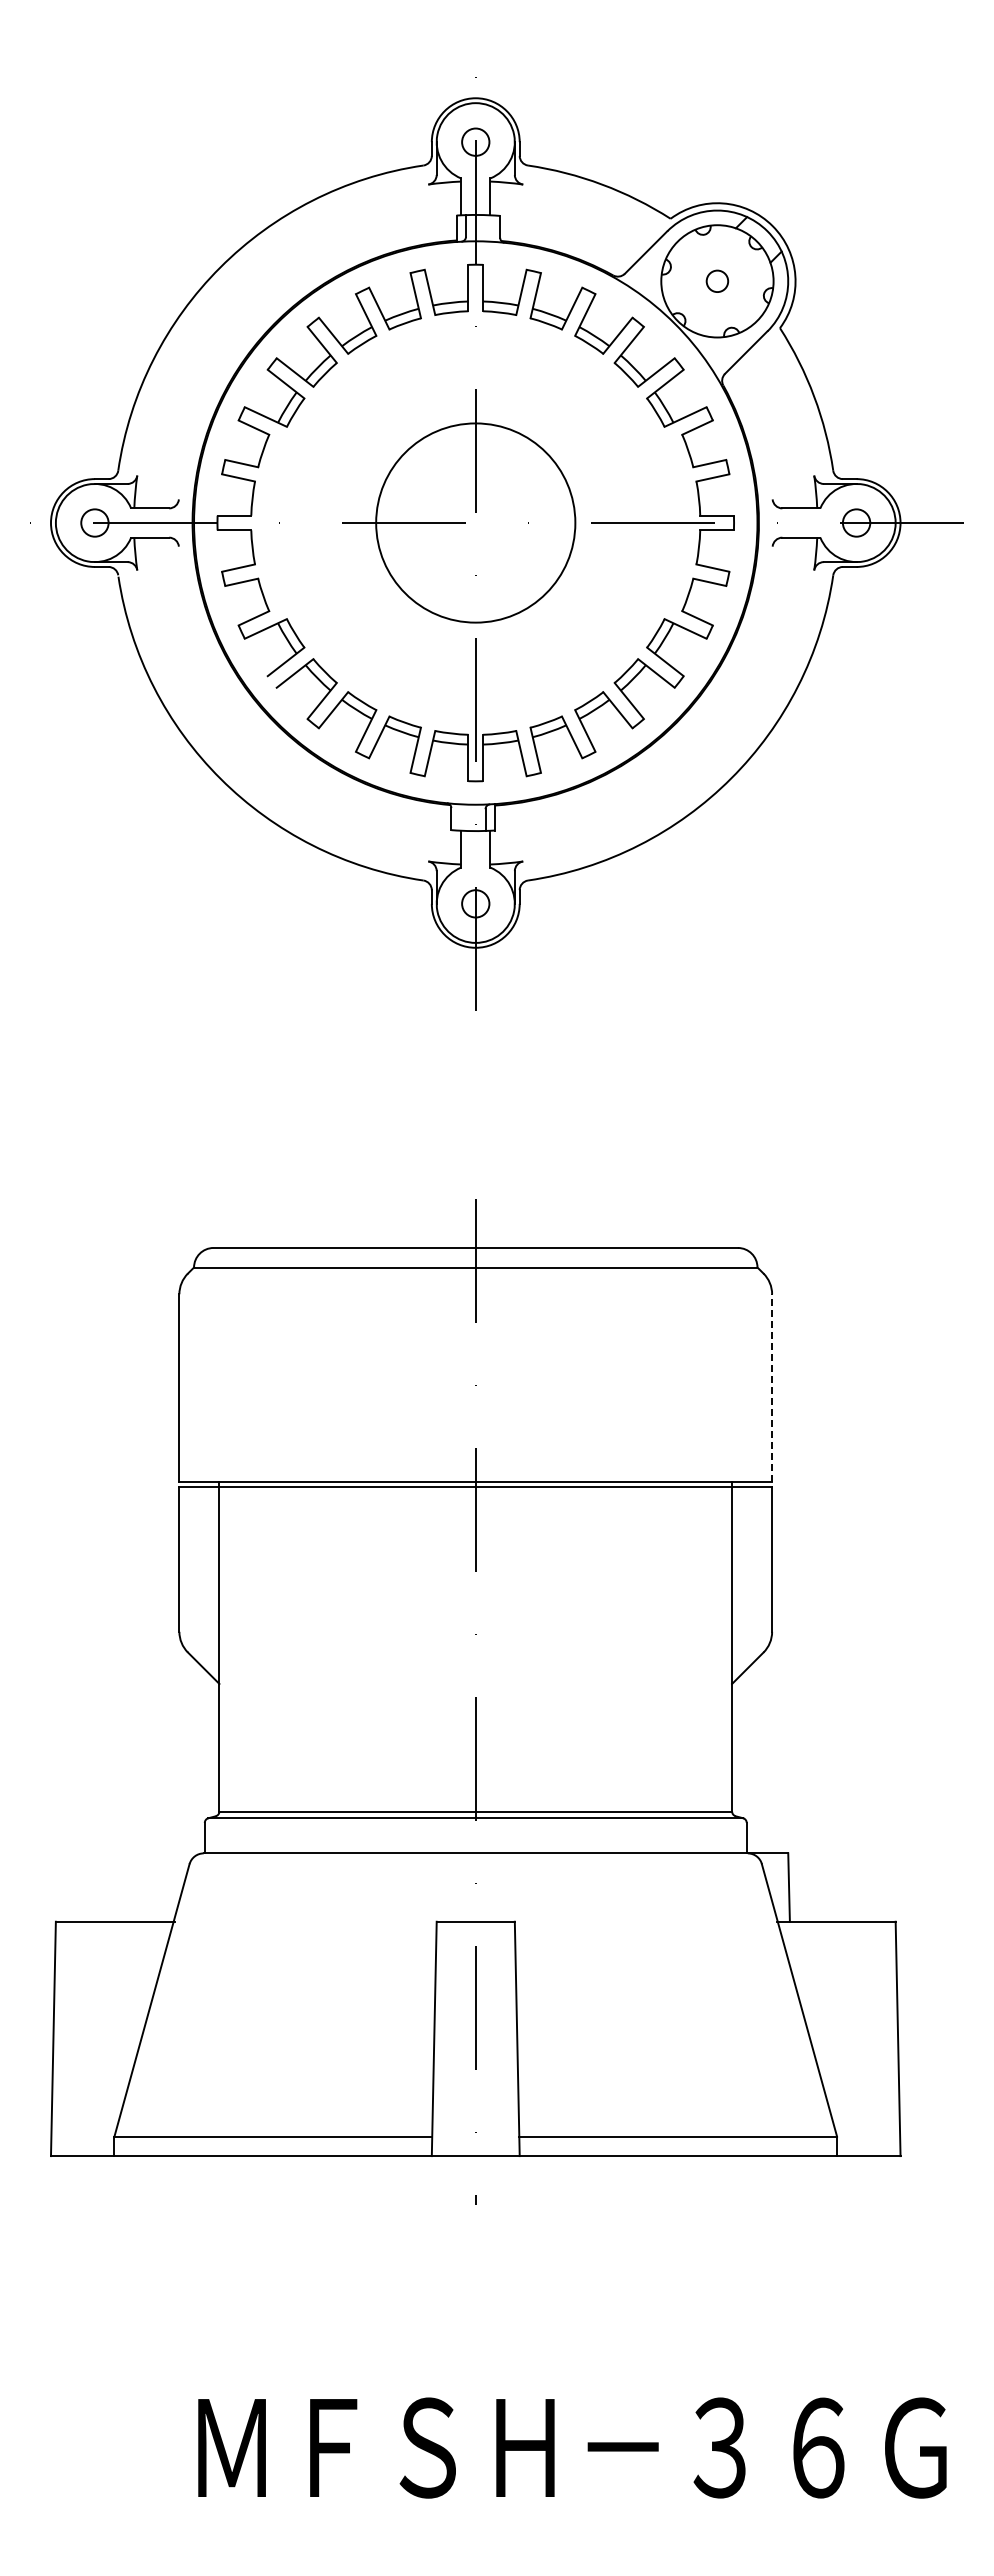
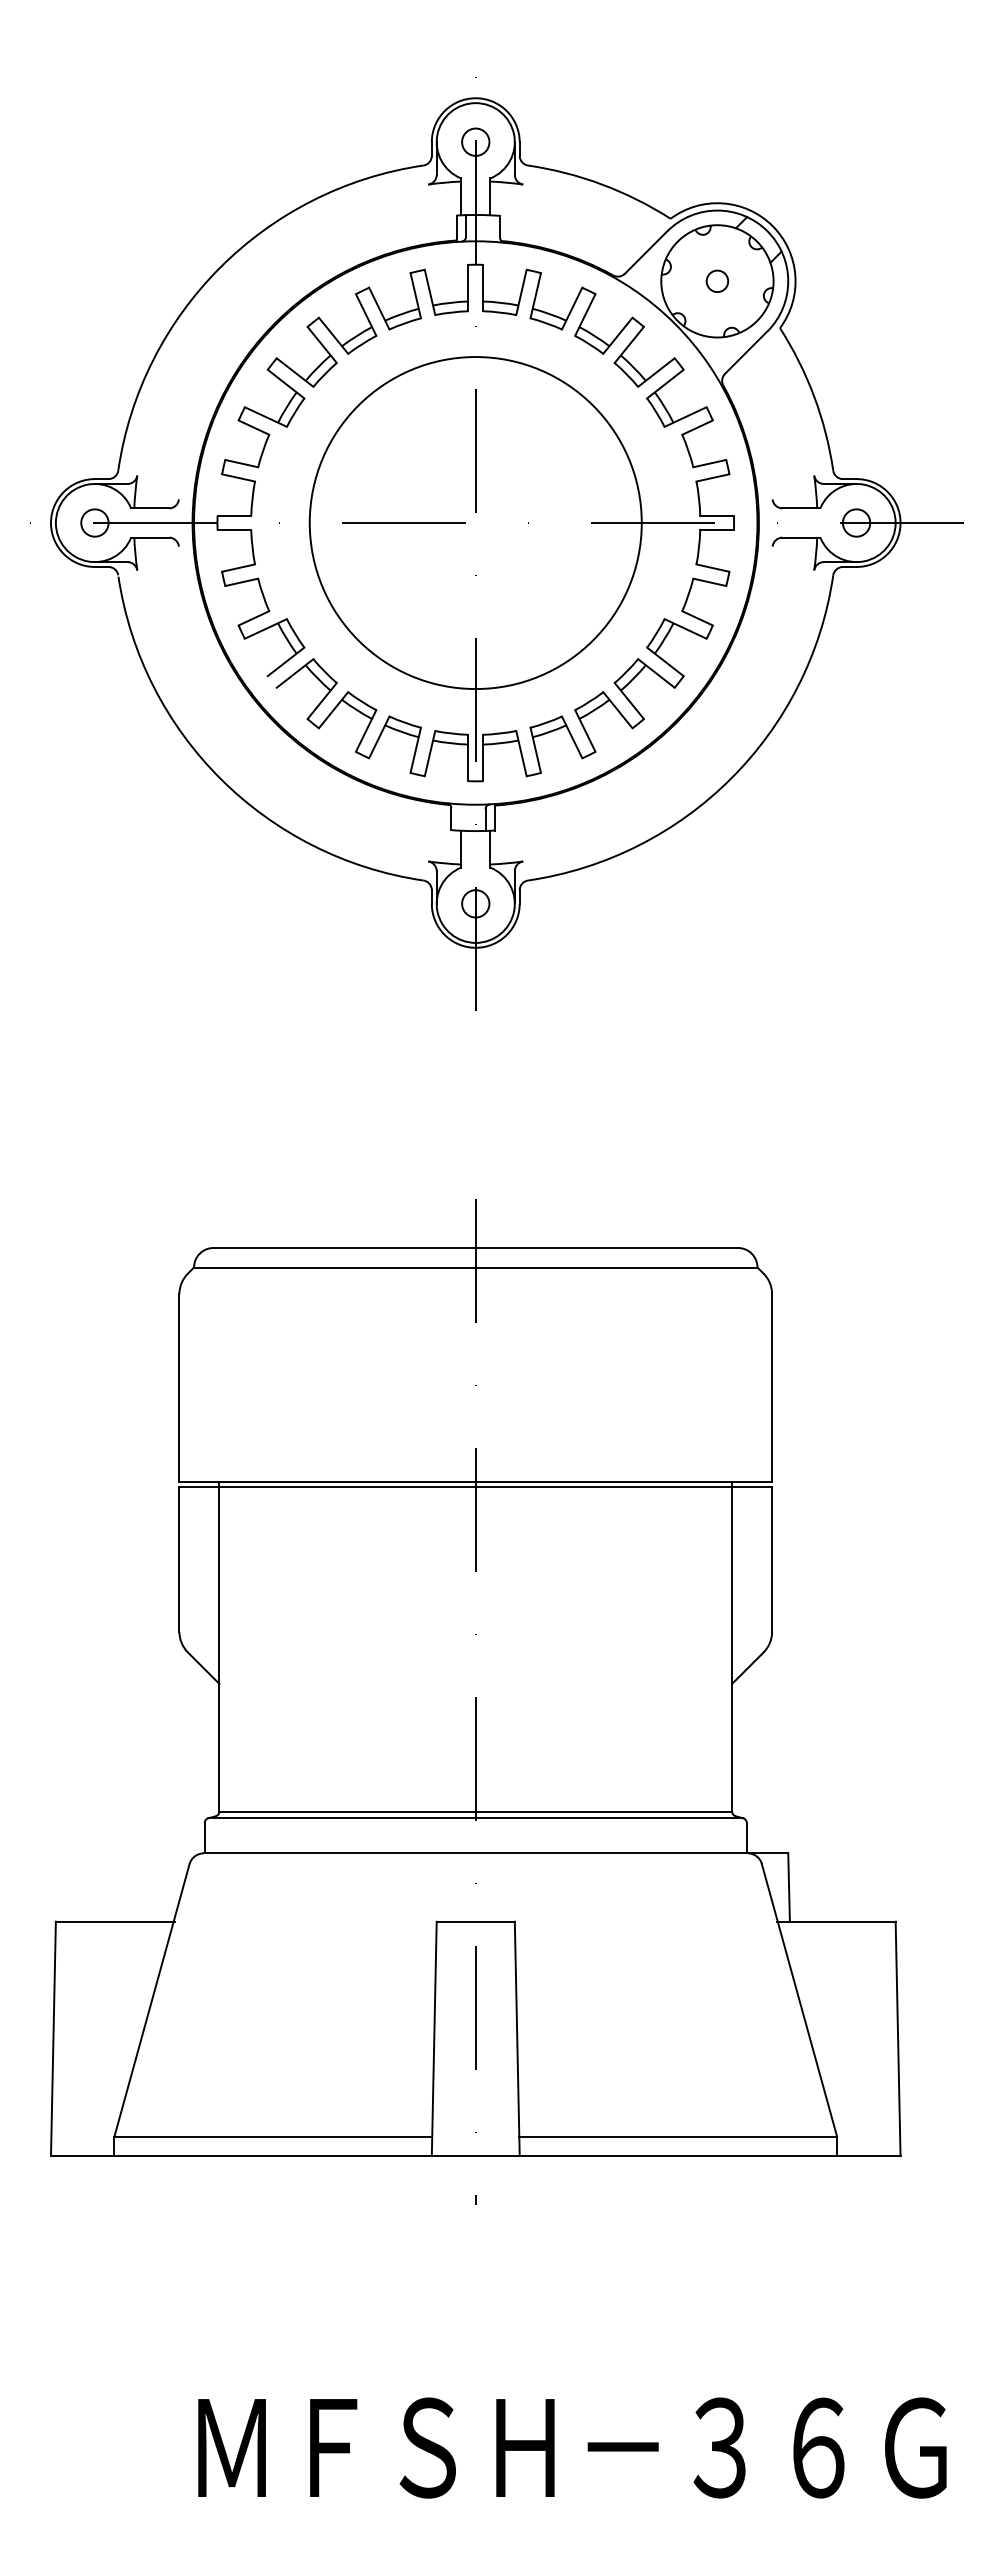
circle at (475, 522) diameter: 199 px -> 332 px
line at (772, 1387): dashed -> solid
